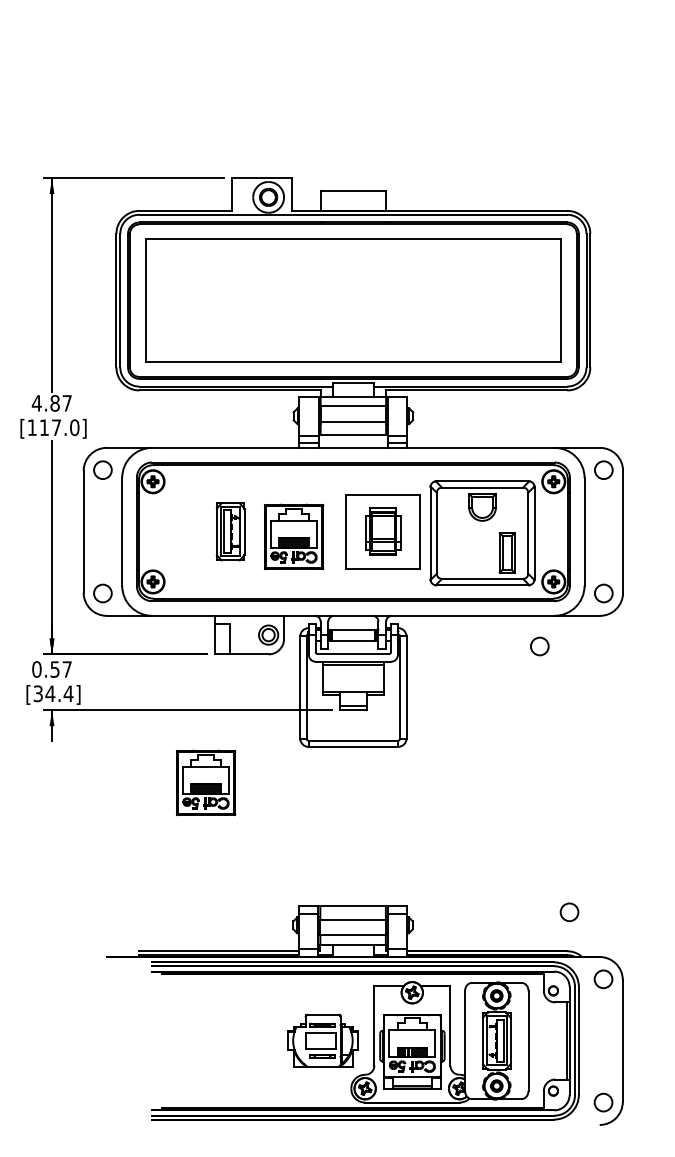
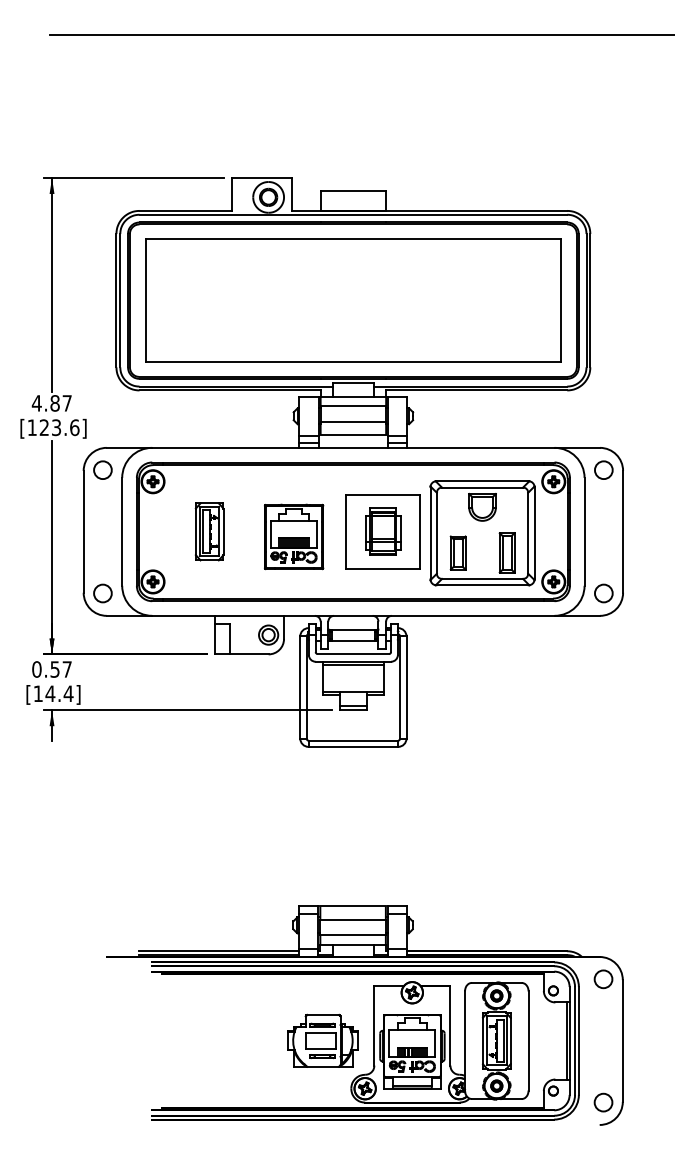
line at (360, 34): none -> present
text at (59, 427): [117.0] -> [123.6]
part at (230, 531) position: (230, 531) -> (209, 531)
part at (457, 552): none -> present
circle at (539, 646): present -> none
text at (37, 693): [34.4] -> [14.4]
part at (206, 782): present -> none
circle at (569, 912): present -> none
